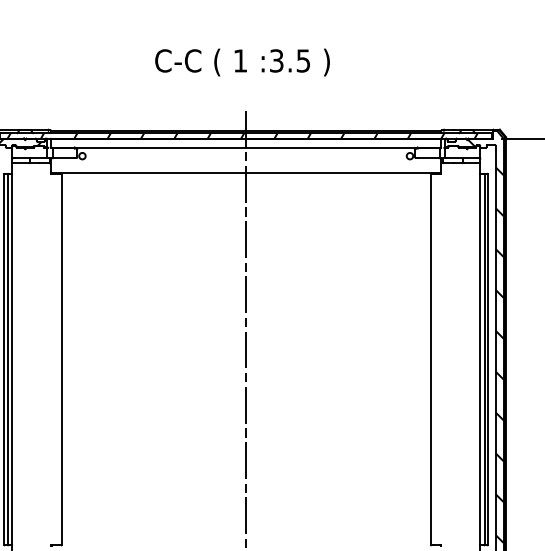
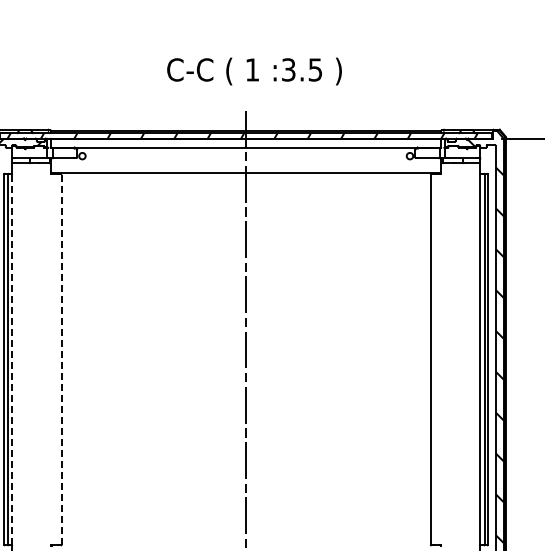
text at (242, 62) position: (242, 62) -> (254, 71)
line at (12, 359): solid -> dashed
line at (61, 359): solid -> dashed
